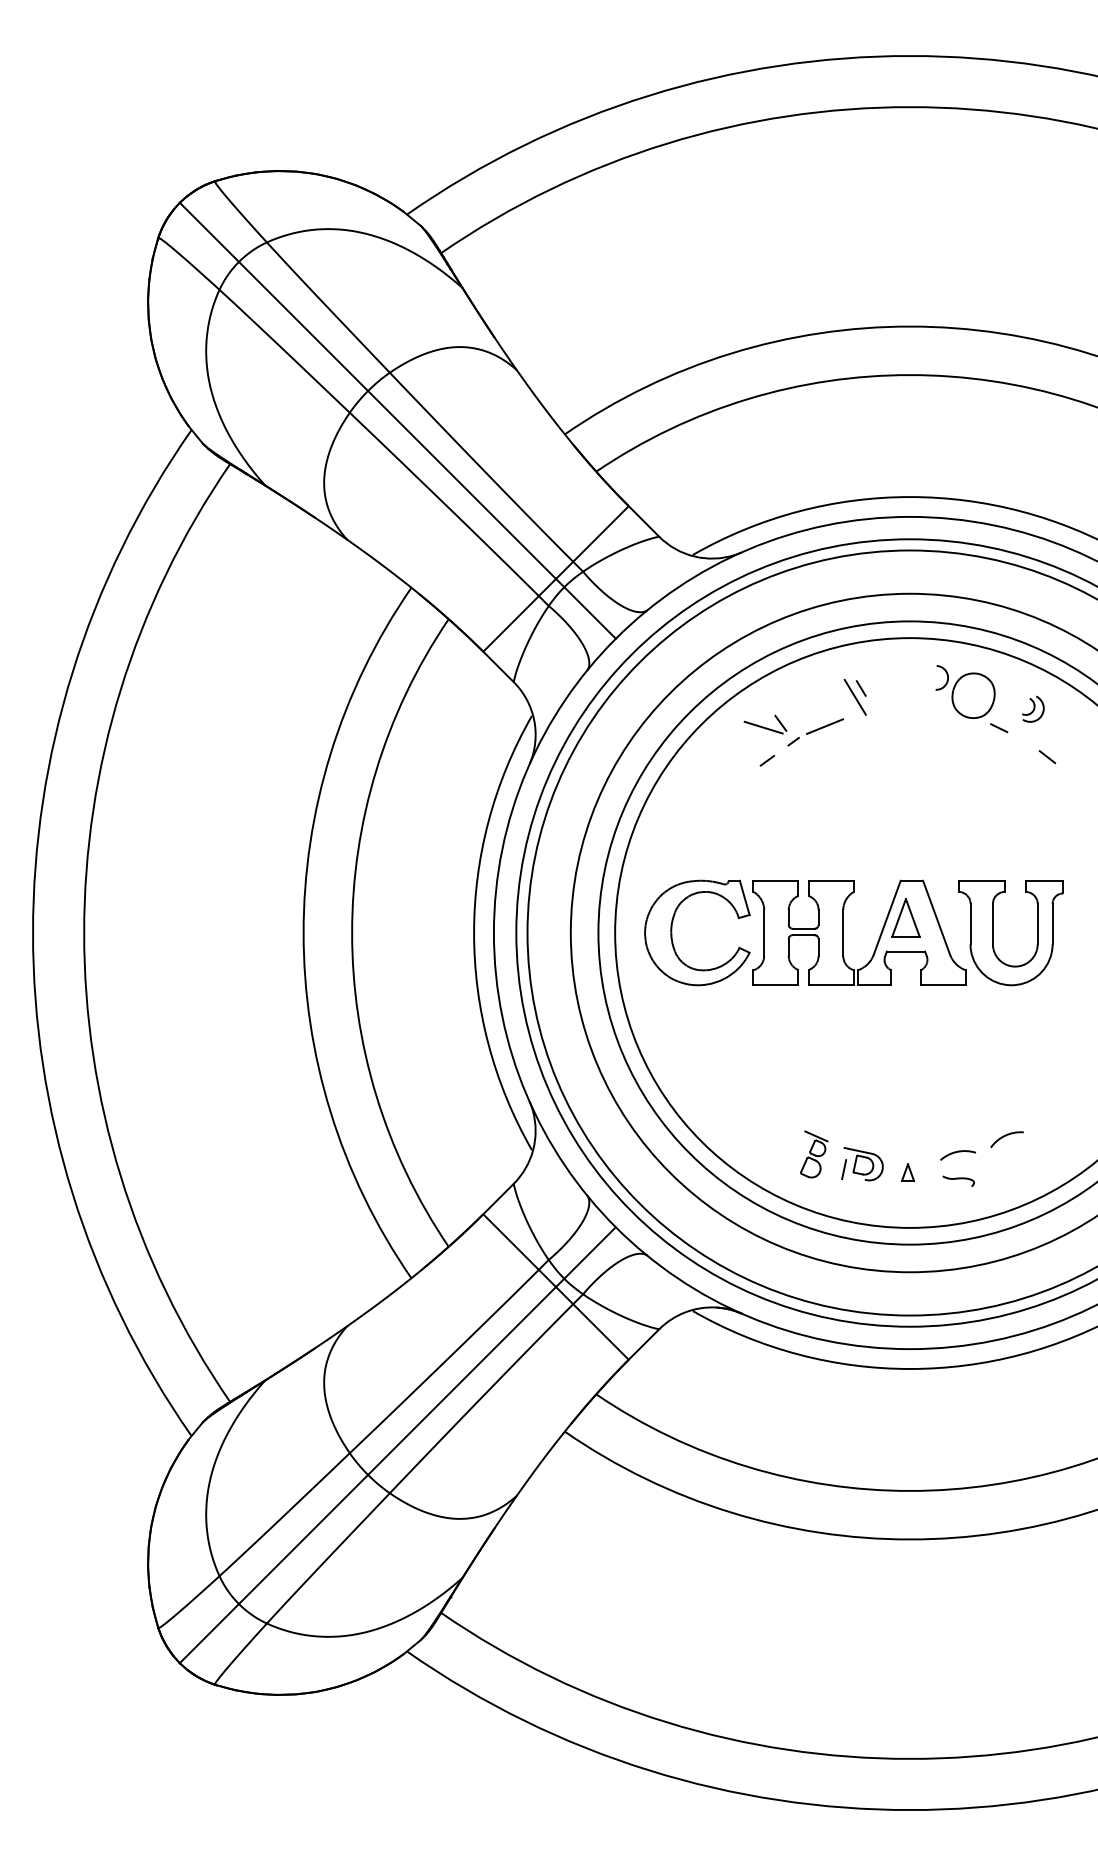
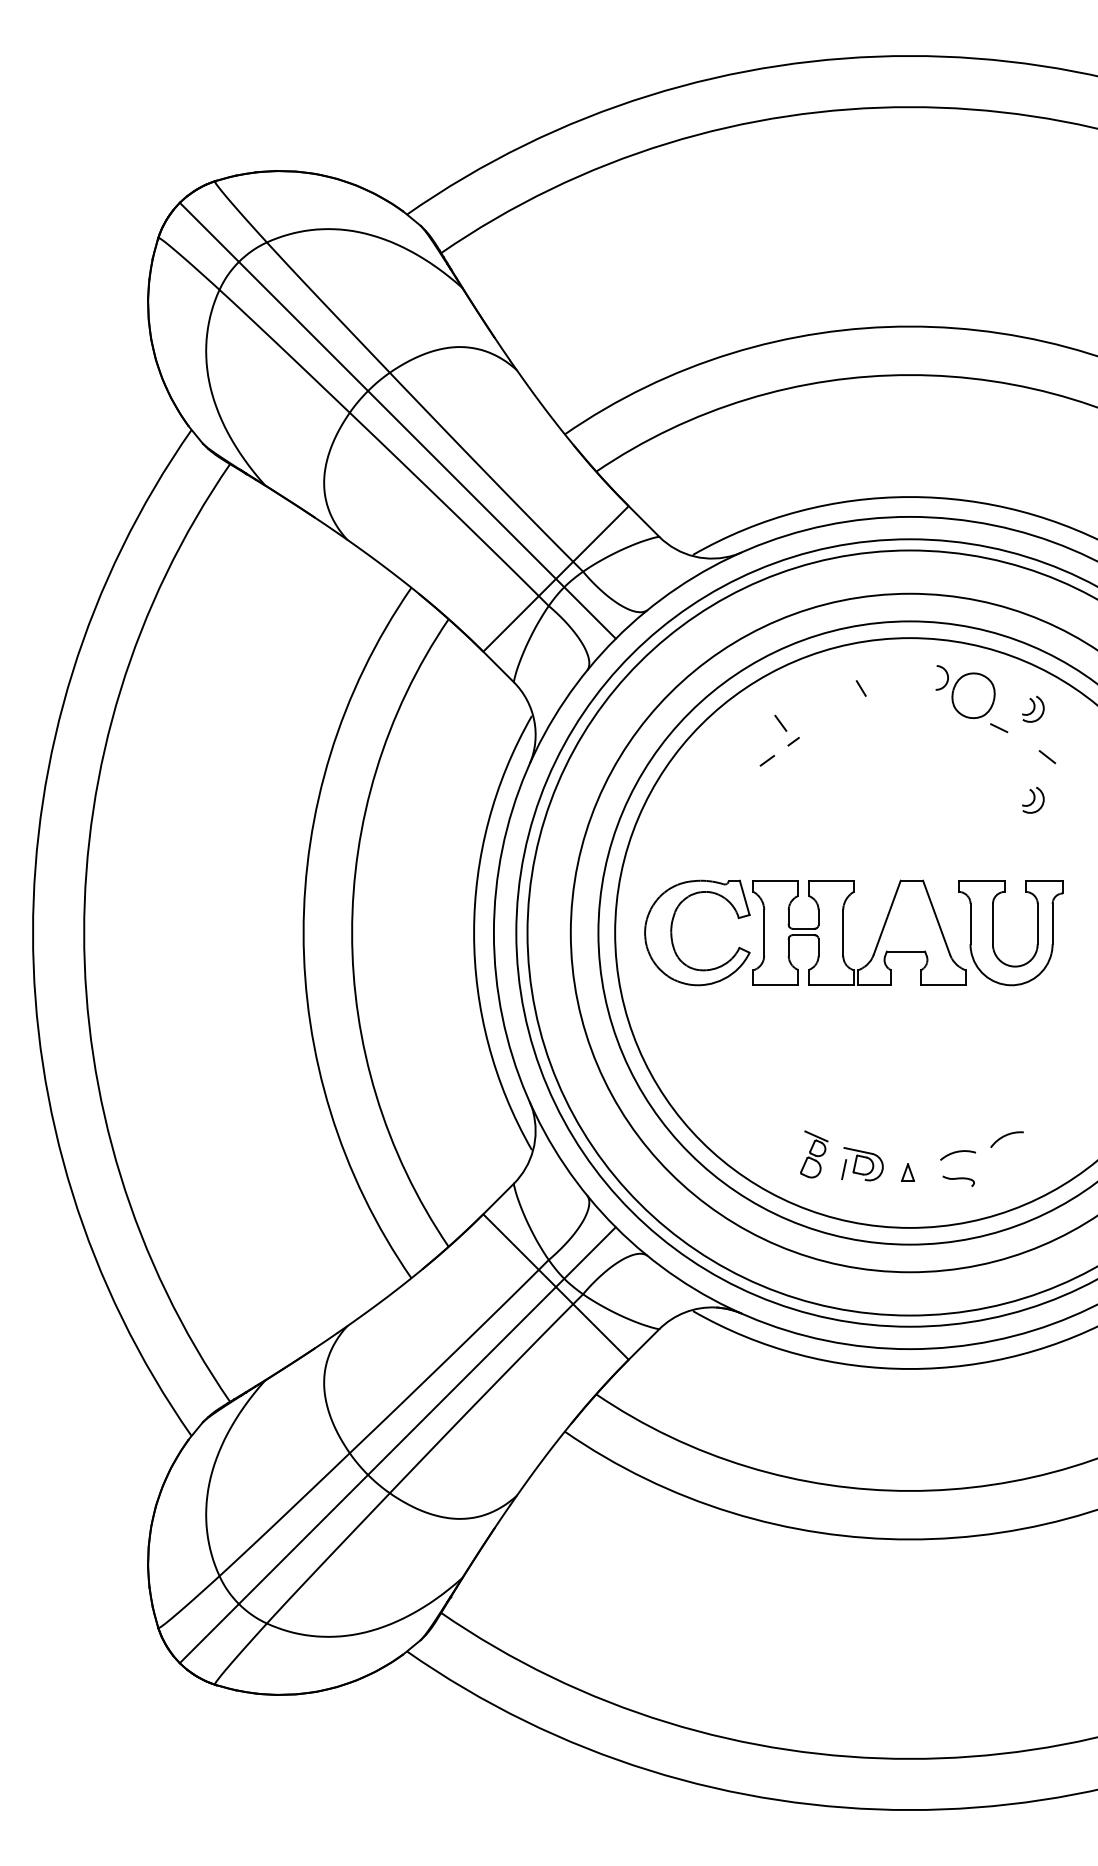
line at (854, 696): present -> none
line at (825, 726): present -> none
line at (763, 727): present -> none
part at (1033, 799): none -> present
part at (905, 917): present -> none
